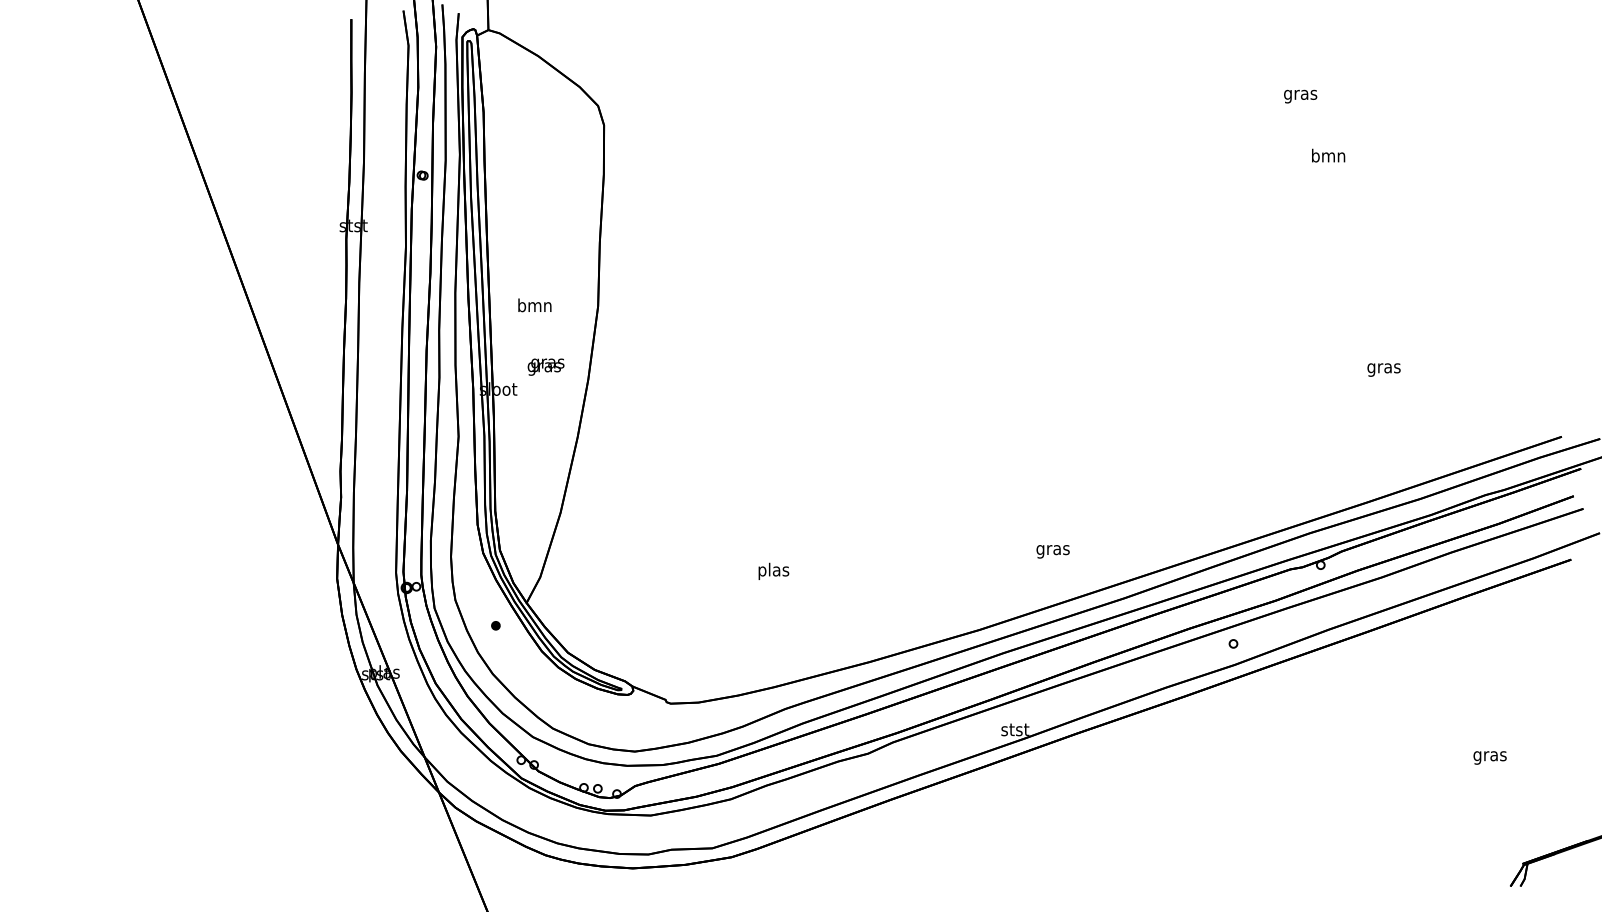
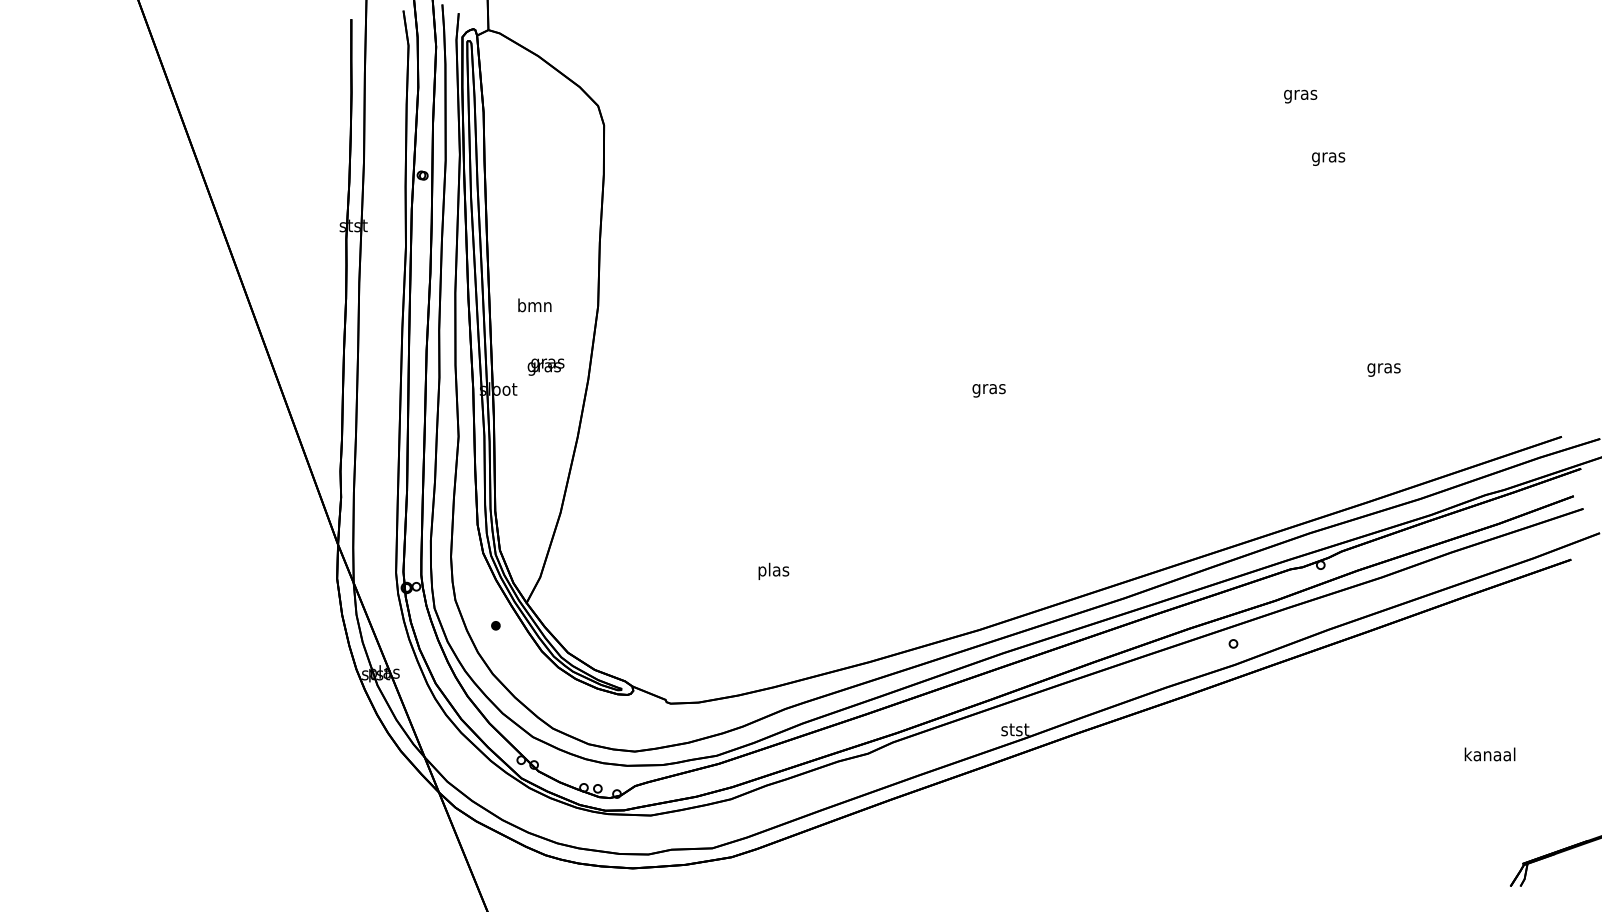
text at (1328, 156): bmn -> gras
text at (1052, 551) position: (1052, 551) -> (988, 390)
text at (1489, 755): gras -> kanaal
